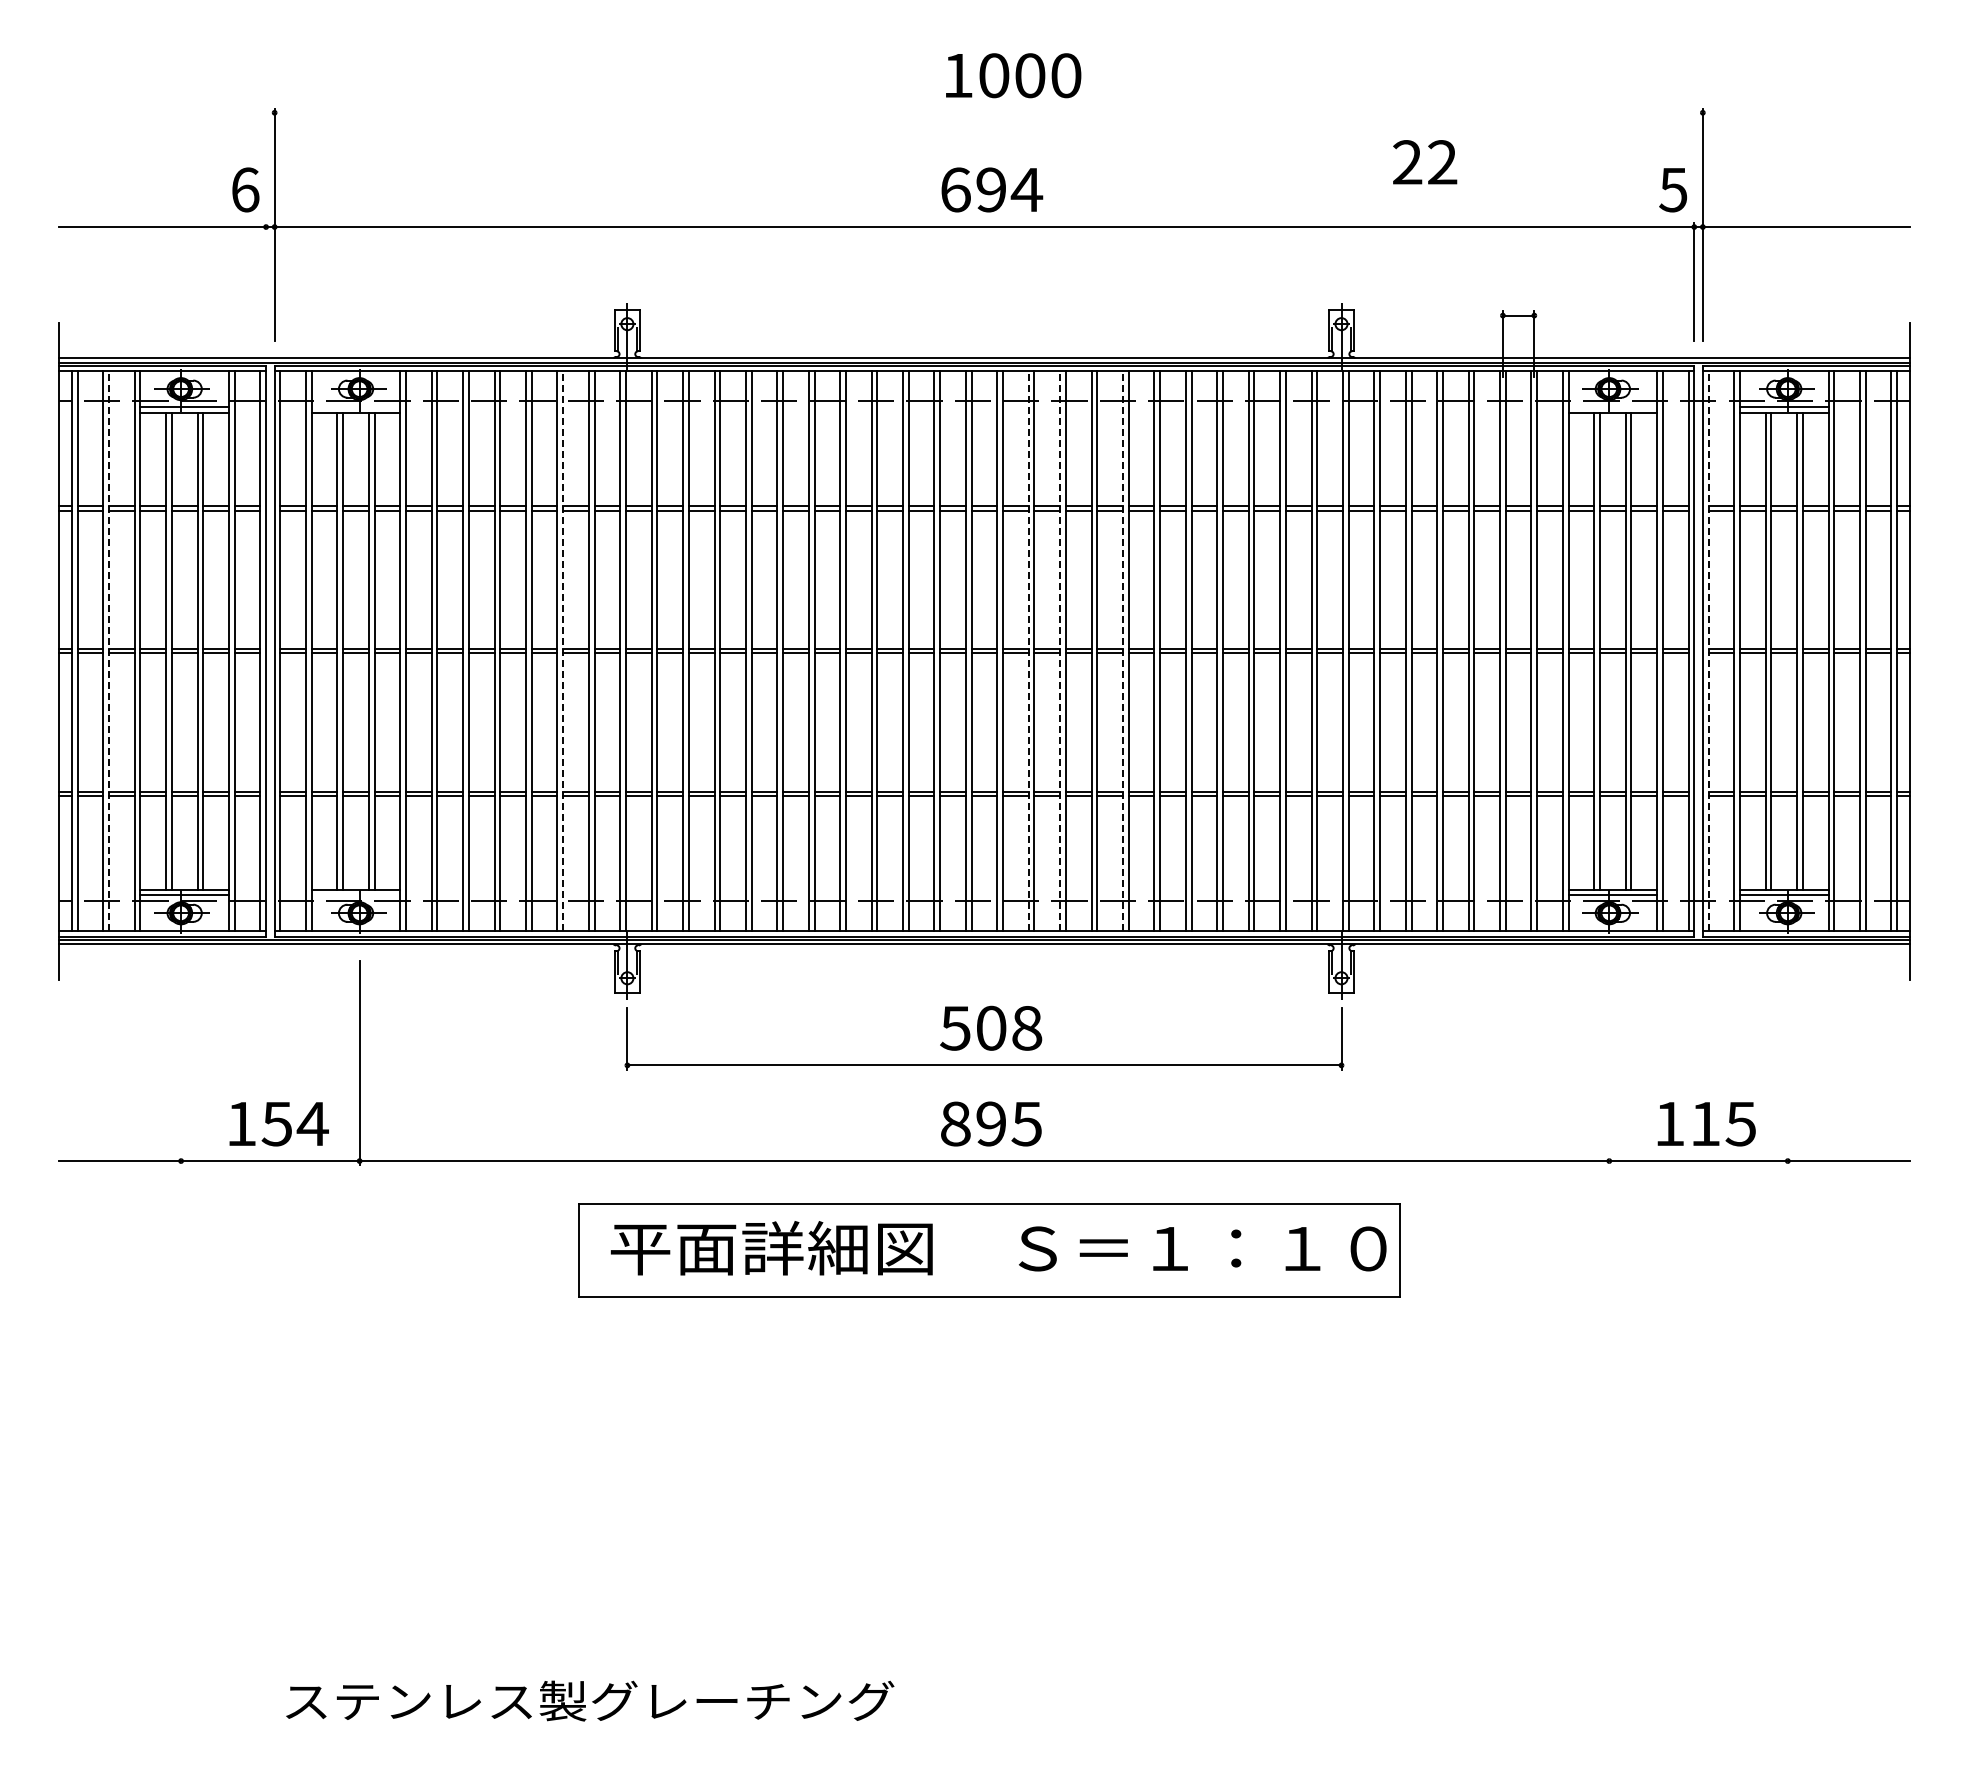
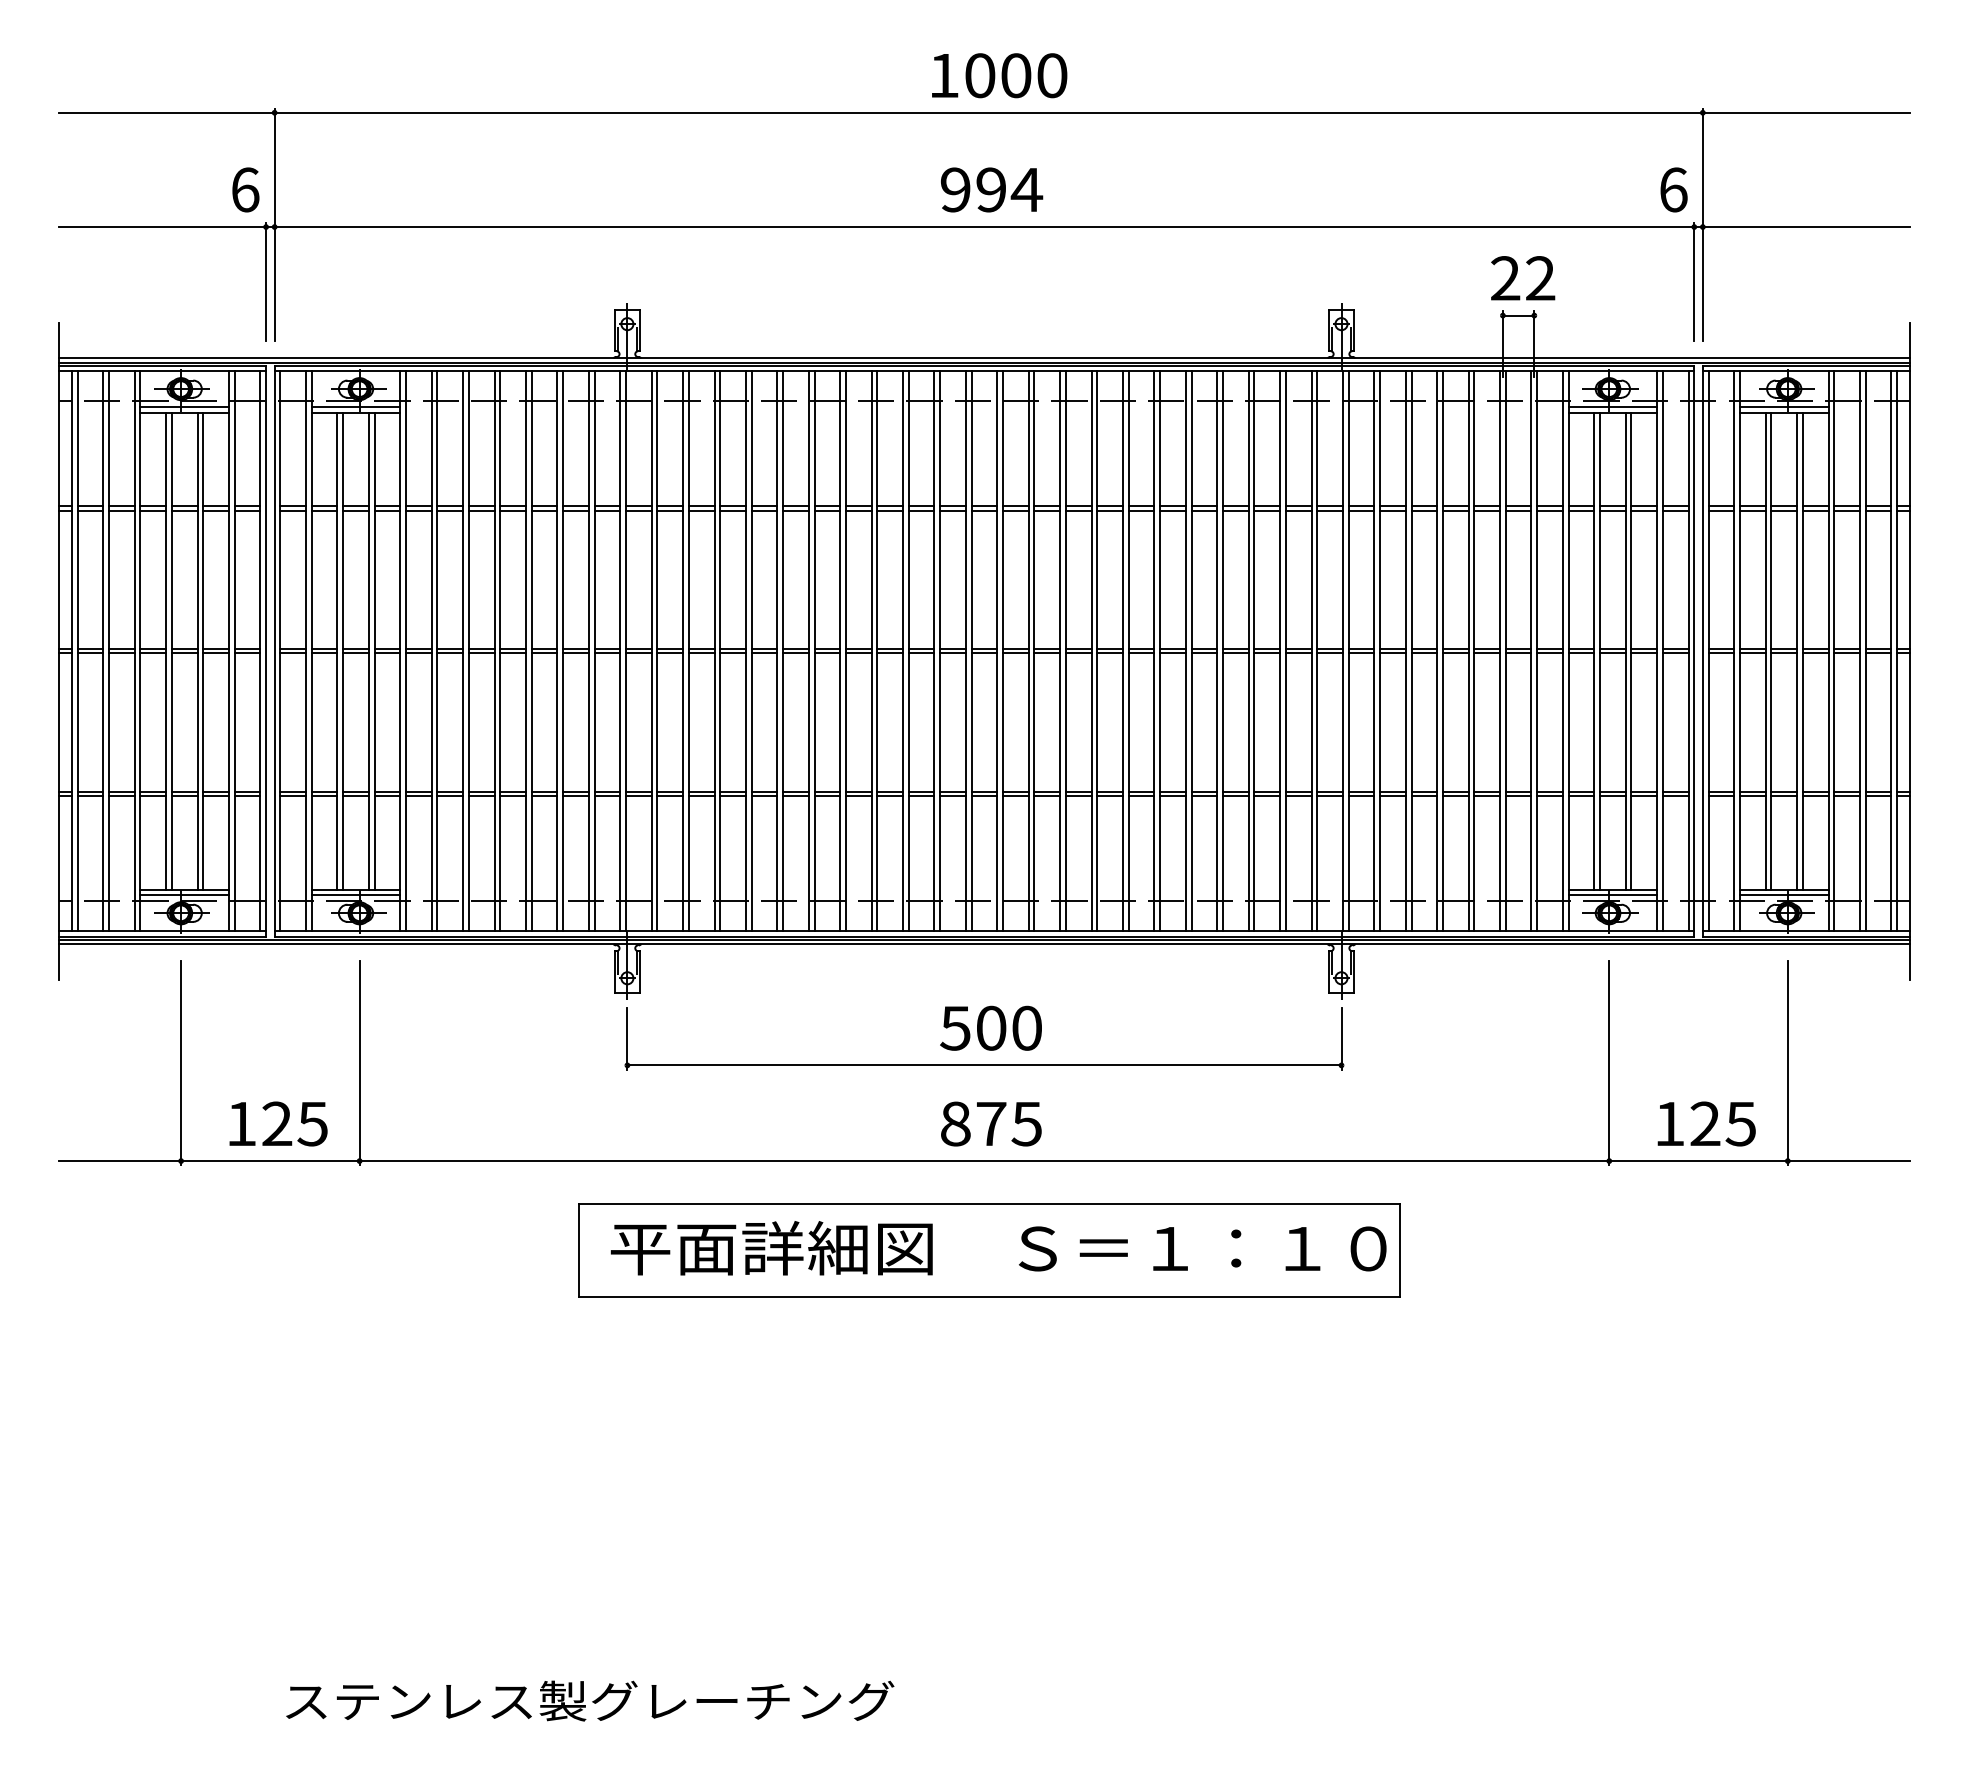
text at (1013, 75) position: (1013, 75) -> (999, 75)
line at (984, 112): none -> present
text at (1425, 162) position: (1425, 162) -> (1523, 278)
text at (955, 189): 694 -> 994
text at (1673, 189): 5 -> 6
line at (266, 281): none -> present
line at (355, 407): none -> present
line at (1612, 407): none -> present
line at (108, 651): dashed -> solid
line at (563, 651): dashed -> solid
line at (1028, 651): dashed -> solid
line at (1060, 651): dashed -> solid
line at (1122, 651): dashed -> solid
line at (1708, 651): dashed -> solid
line at (355, 895): none -> present
text at (1027, 1027): 508 -> 500
line at (181, 1063): none -> present
line at (1609, 1063): none -> present
line at (1787, 1063): none -> present
text at (294, 1123): 154 -> 125
text at (991, 1123): 895 -> 875
text at (1705, 1123): 115 -> 125
